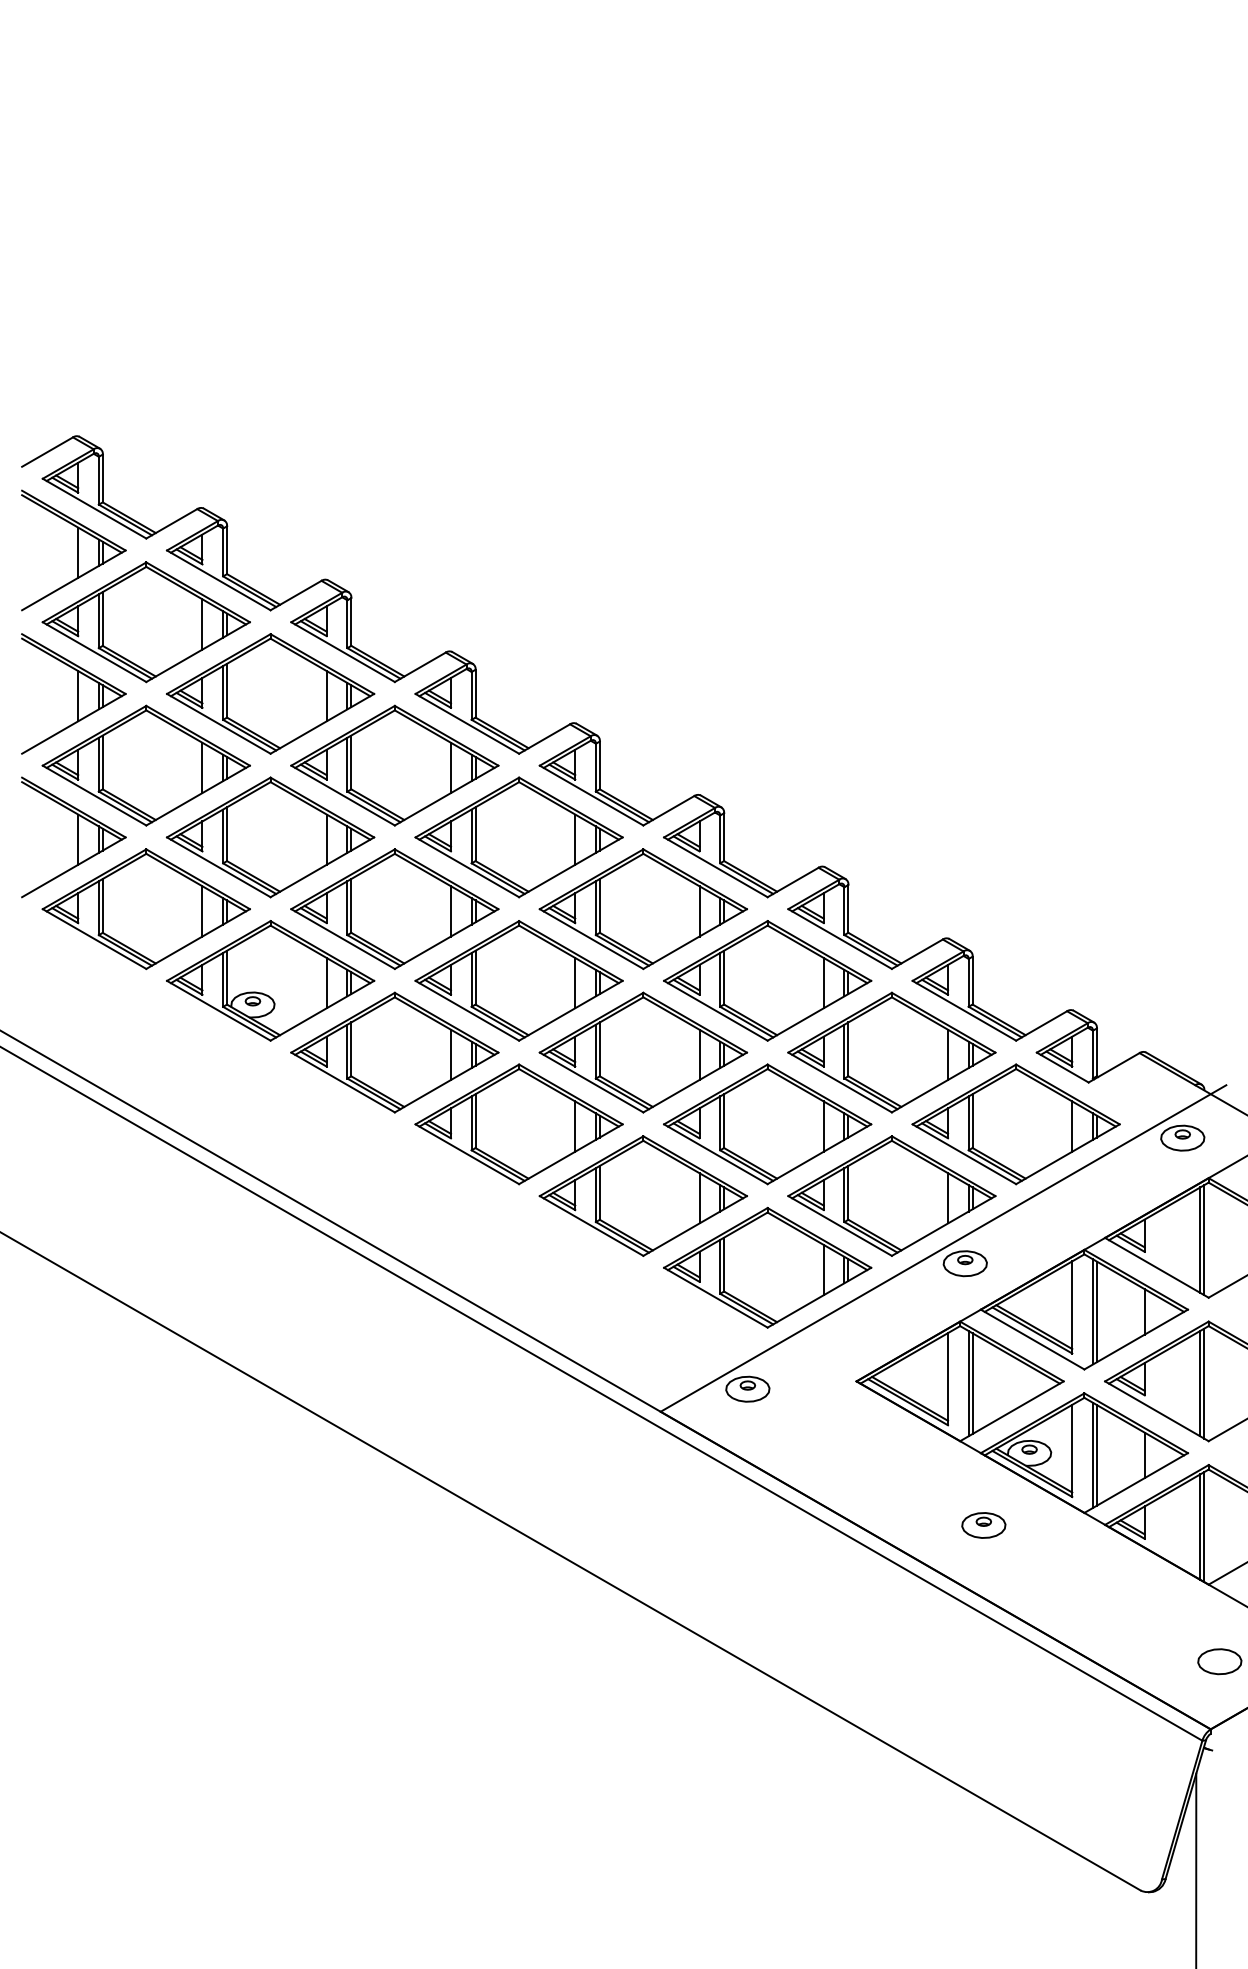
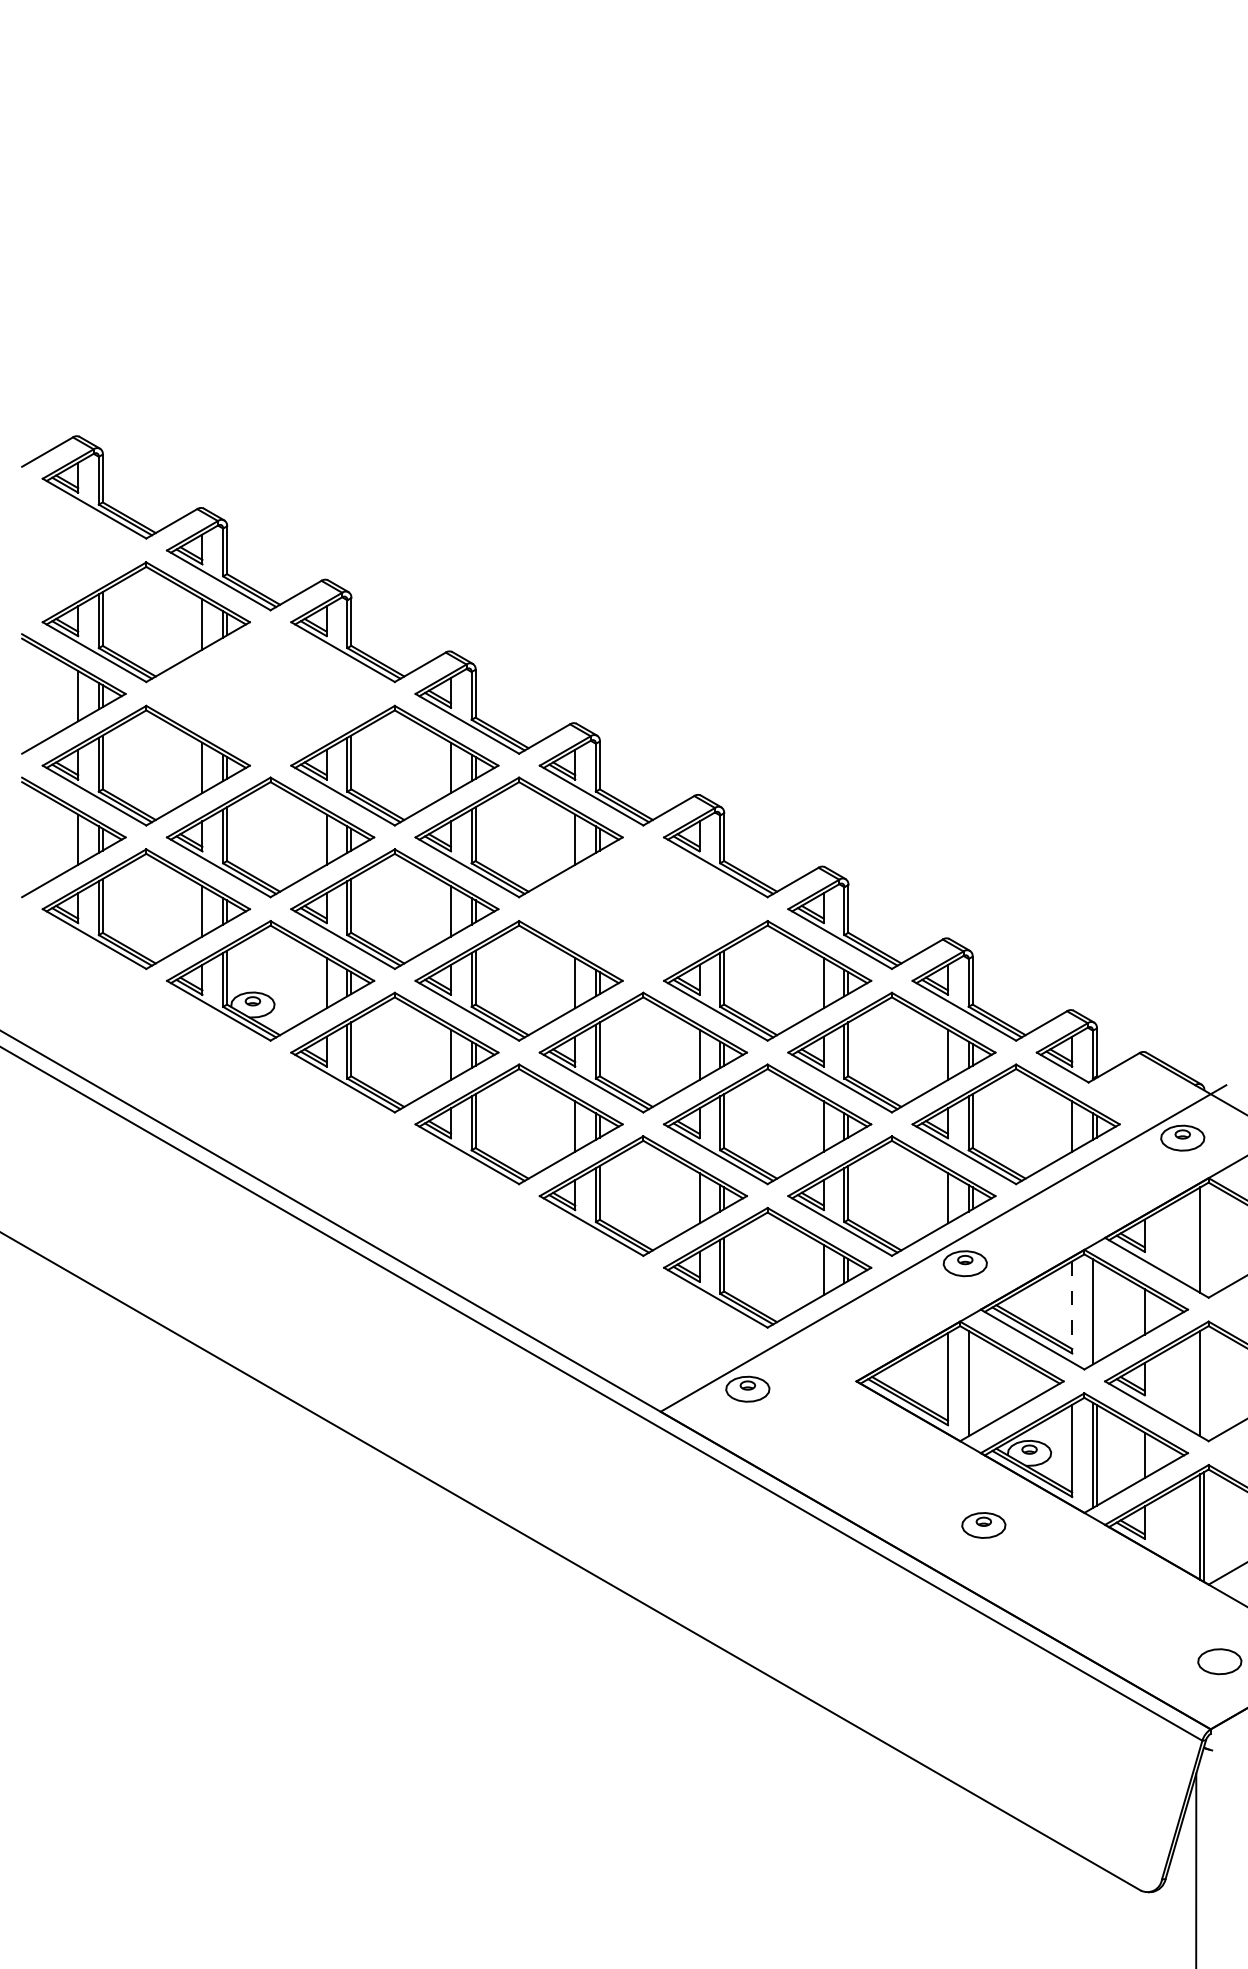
part at (73, 550): present -> none
part at (270, 693): present -> none
part at (642, 909): present -> none
line at (1204, 1240): present -> none
line at (1072, 1307): solid -> dashed
line at (1096, 1311): present -> none
line at (972, 1383): present -> none
line at (1204, 1383): present -> none
